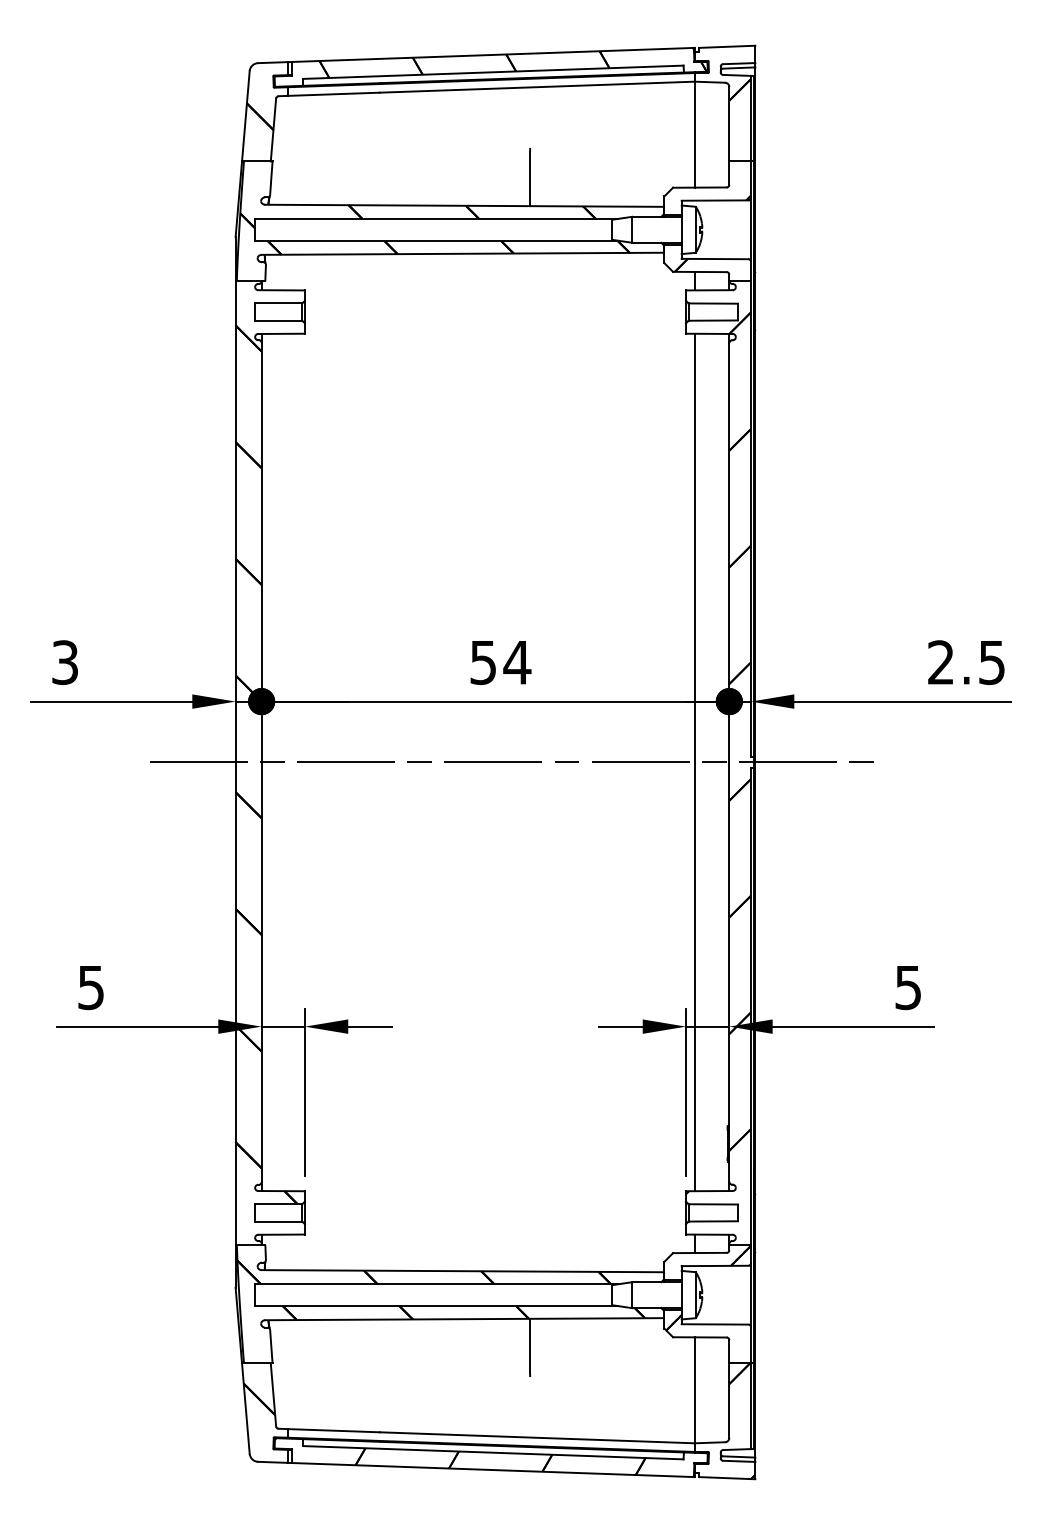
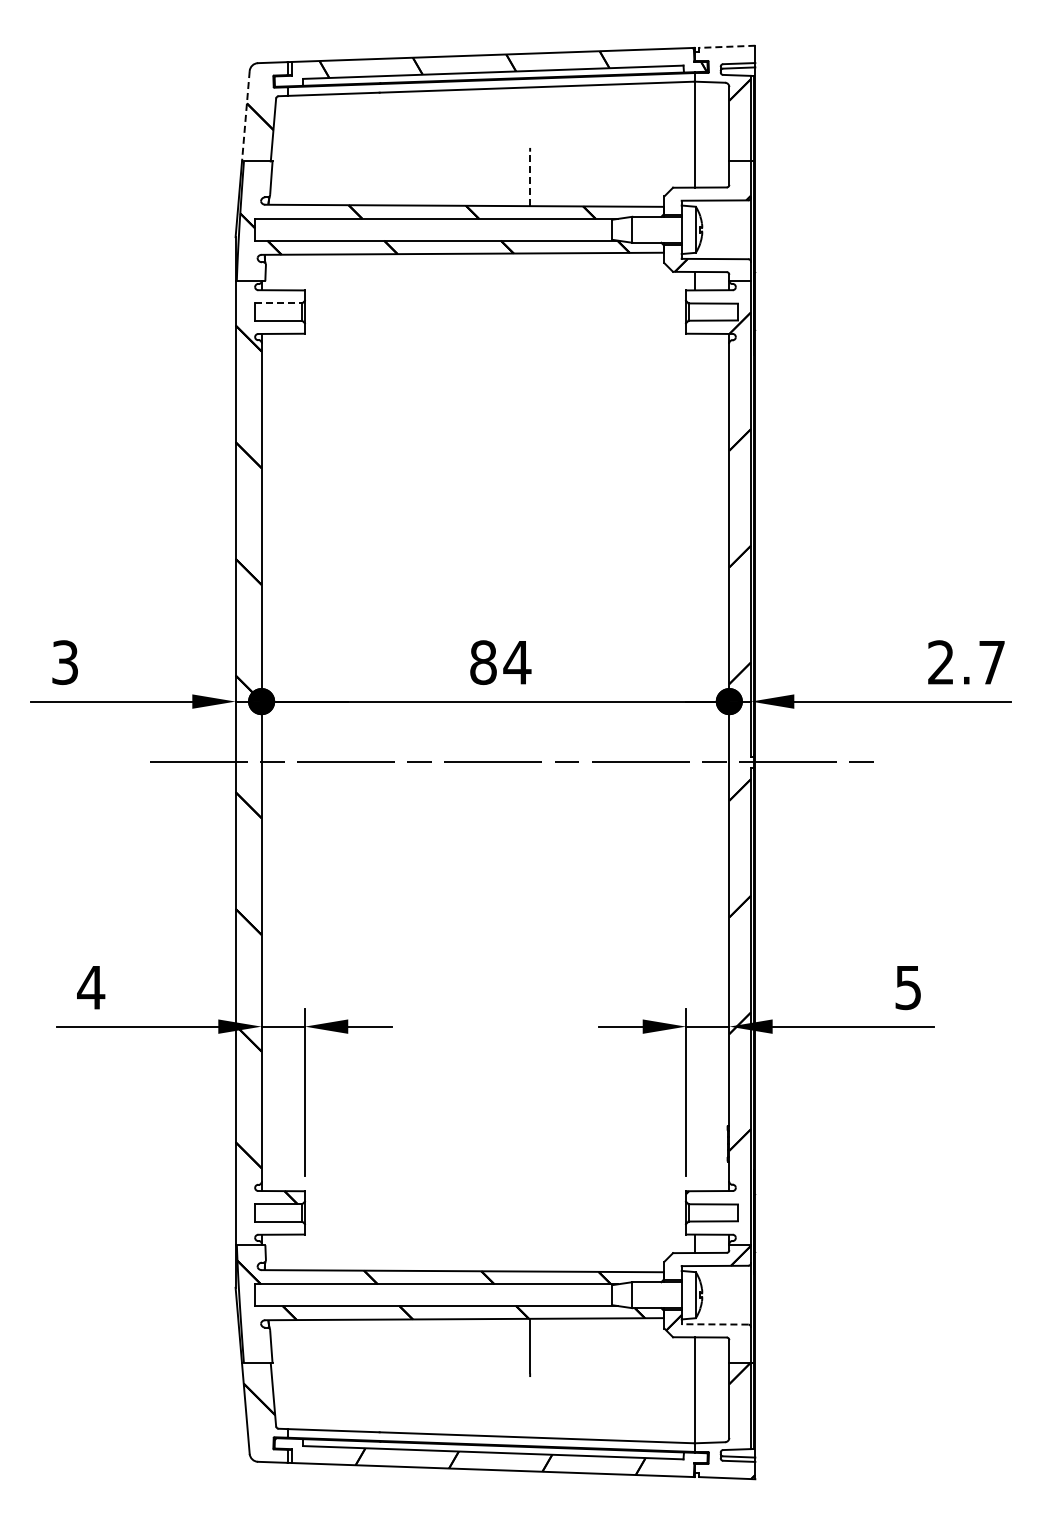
line at (726, 46): solid -> dashed
line at (245, 116): solid -> dashed
line at (530, 178): solid -> dashed
line at (278, 303): solid -> dashed
text at (483, 662): 54 -> 84
text at (991, 663): 2.5 -> 2.7
line at (694, 762): present -> none
text at (91, 988): 5 -> 4
line at (714, 1324): solid -> dashed
